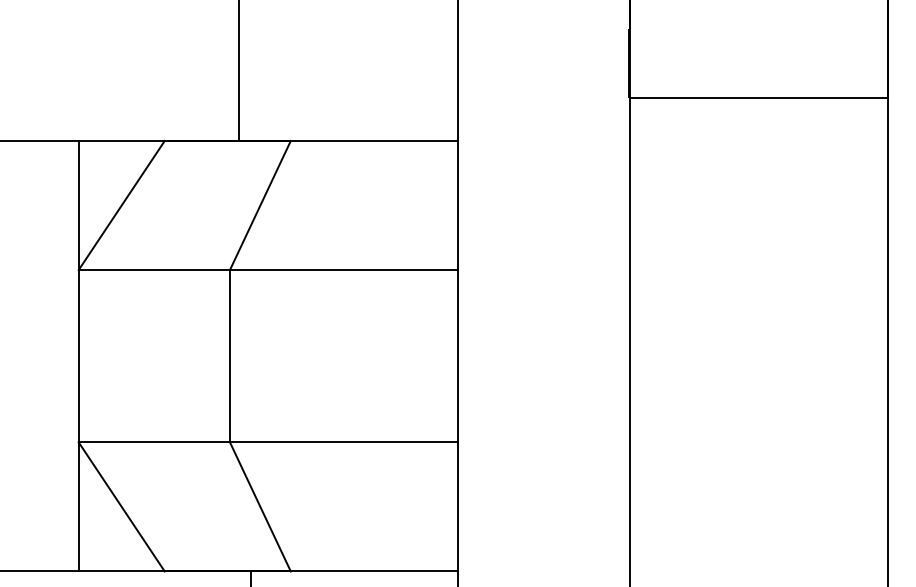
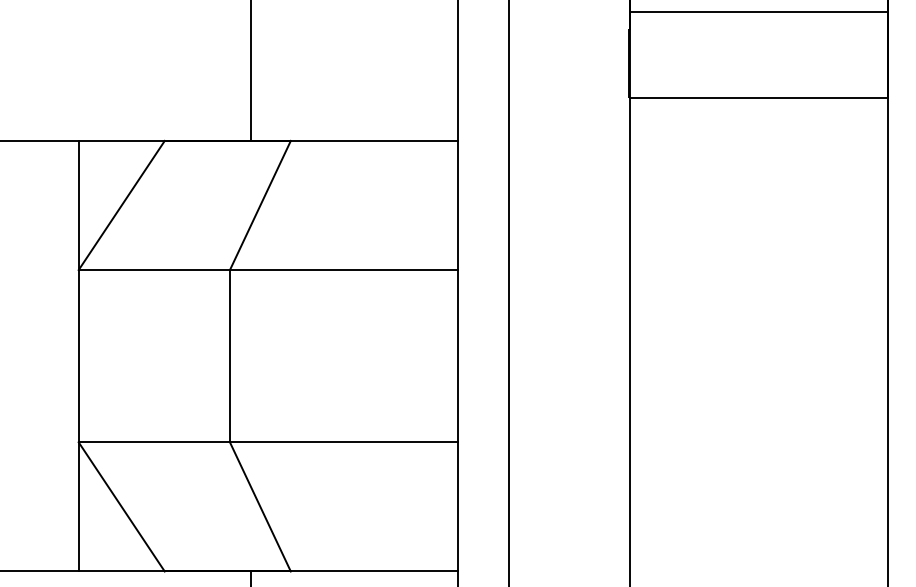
line at (758, 11): none -> present
line at (238, 71) position: (238, 71) -> (250, 71)
line at (509, 292): none -> present
